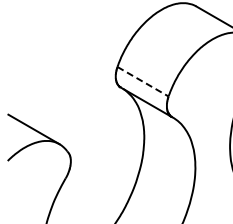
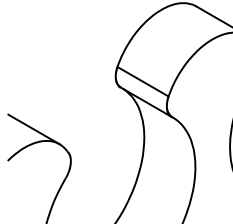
line at (143, 81): dashed -> solid
